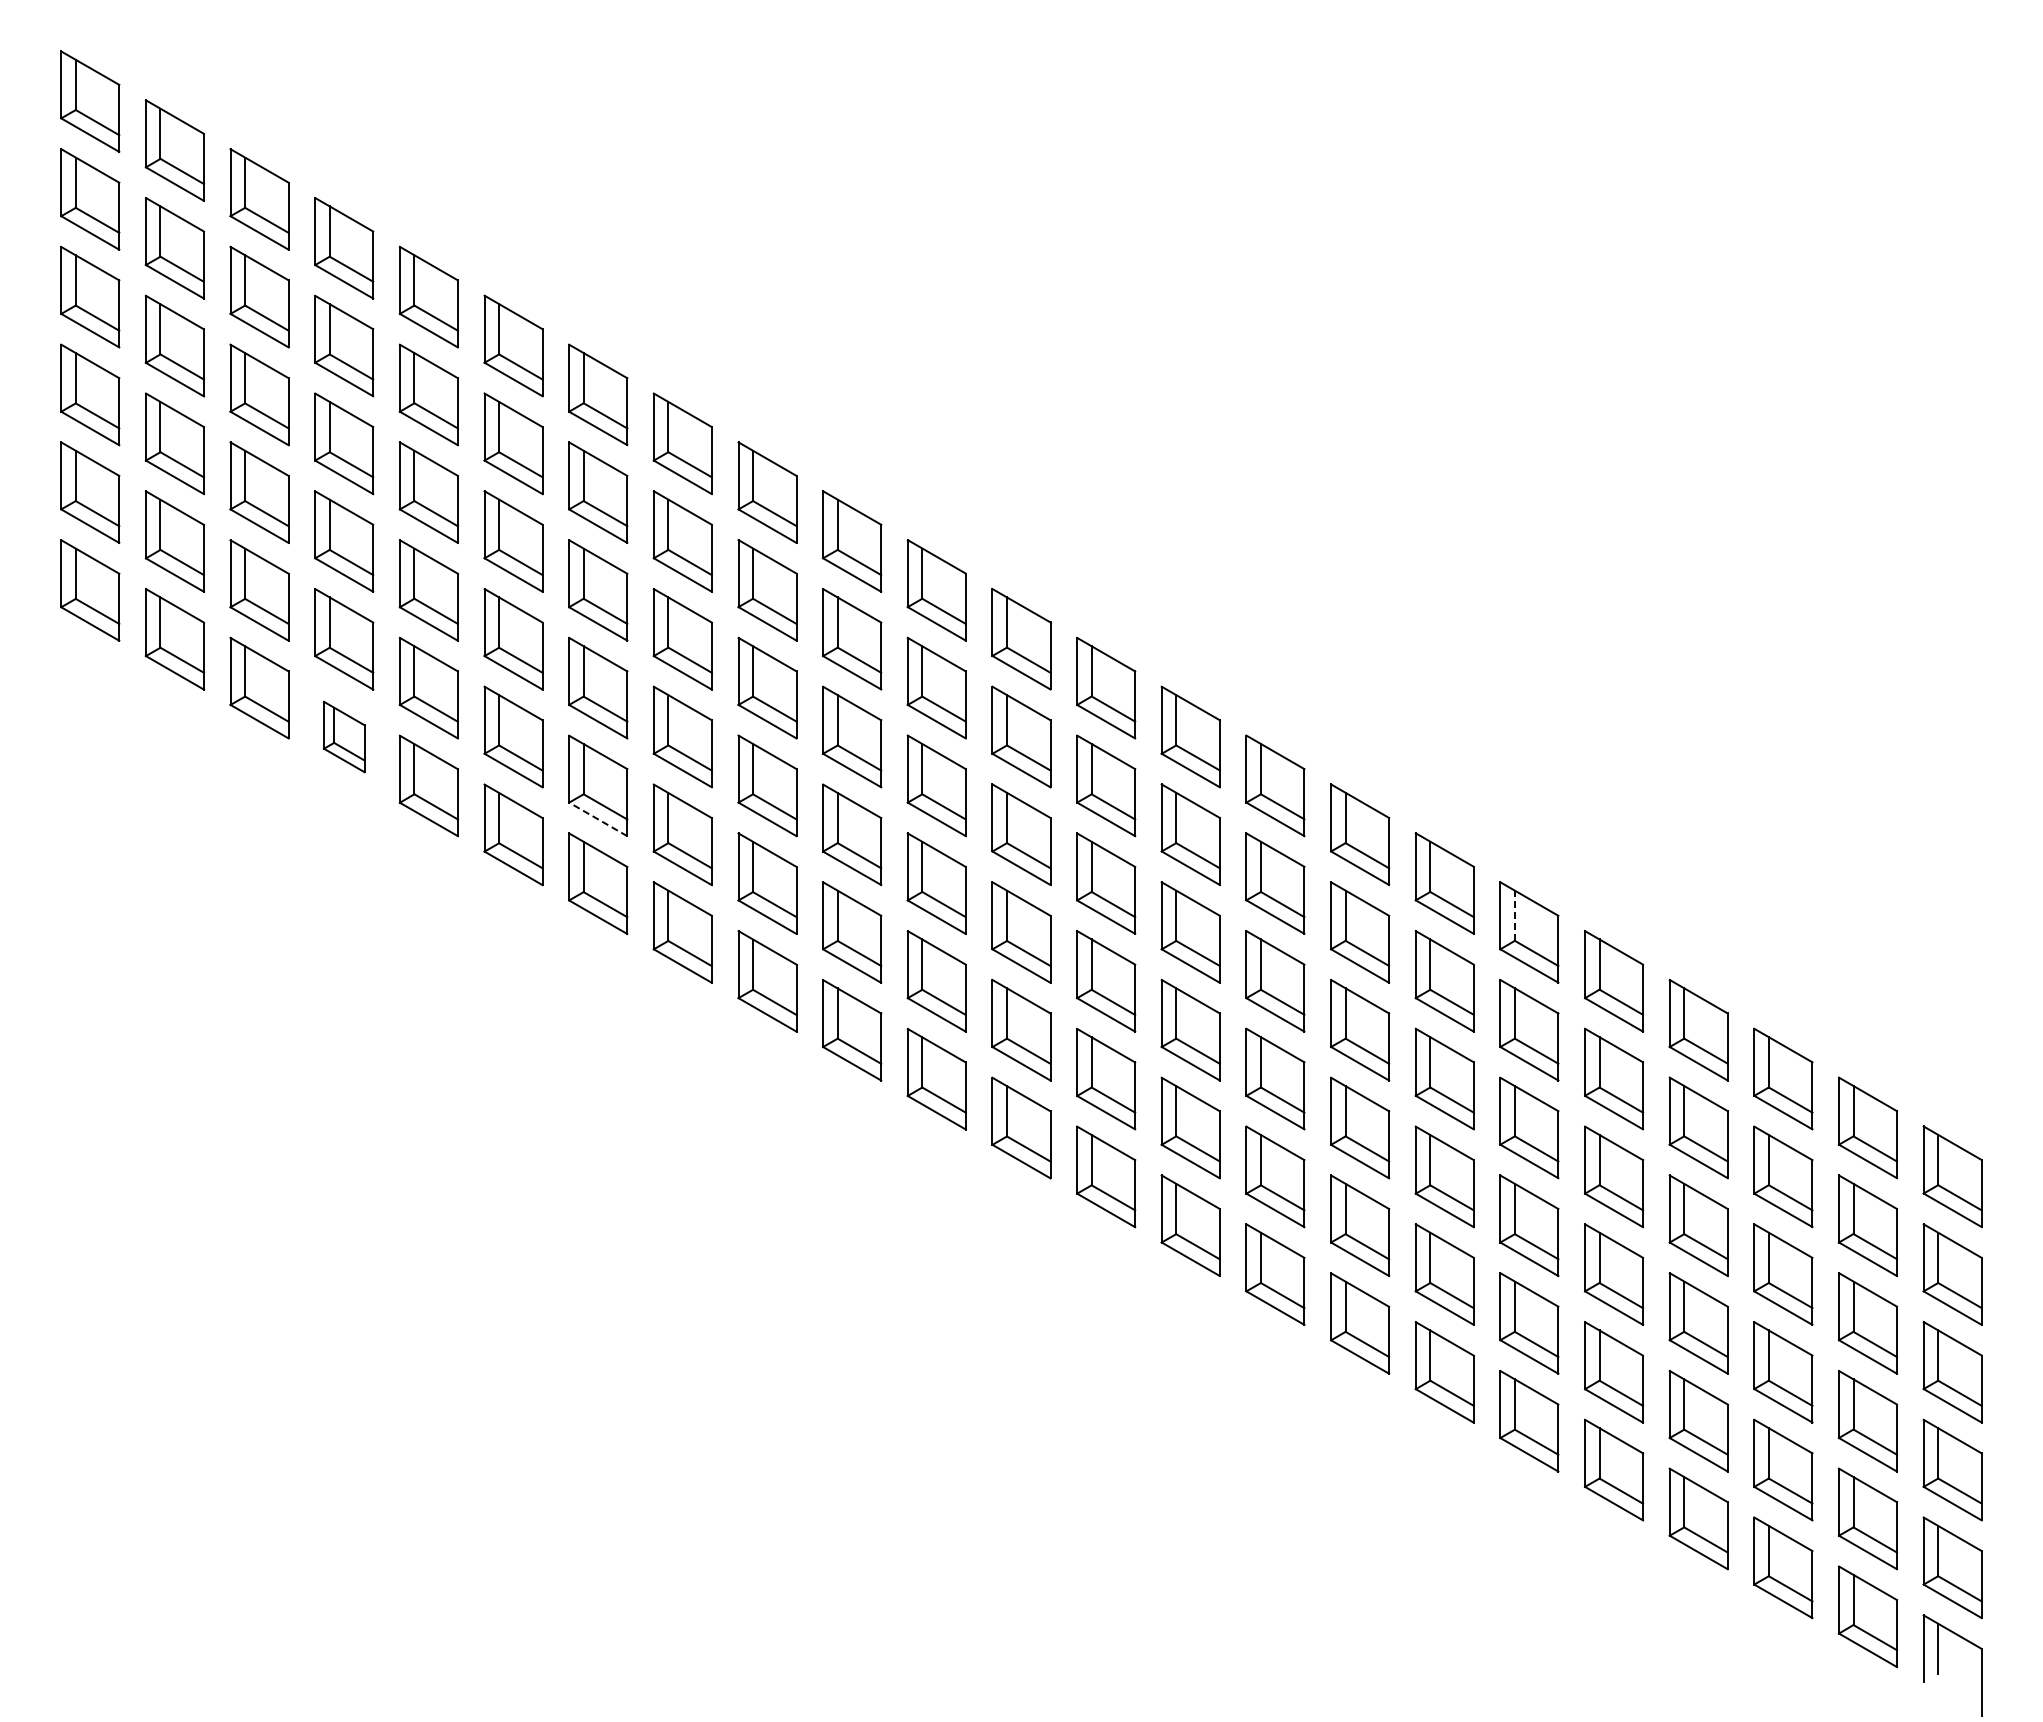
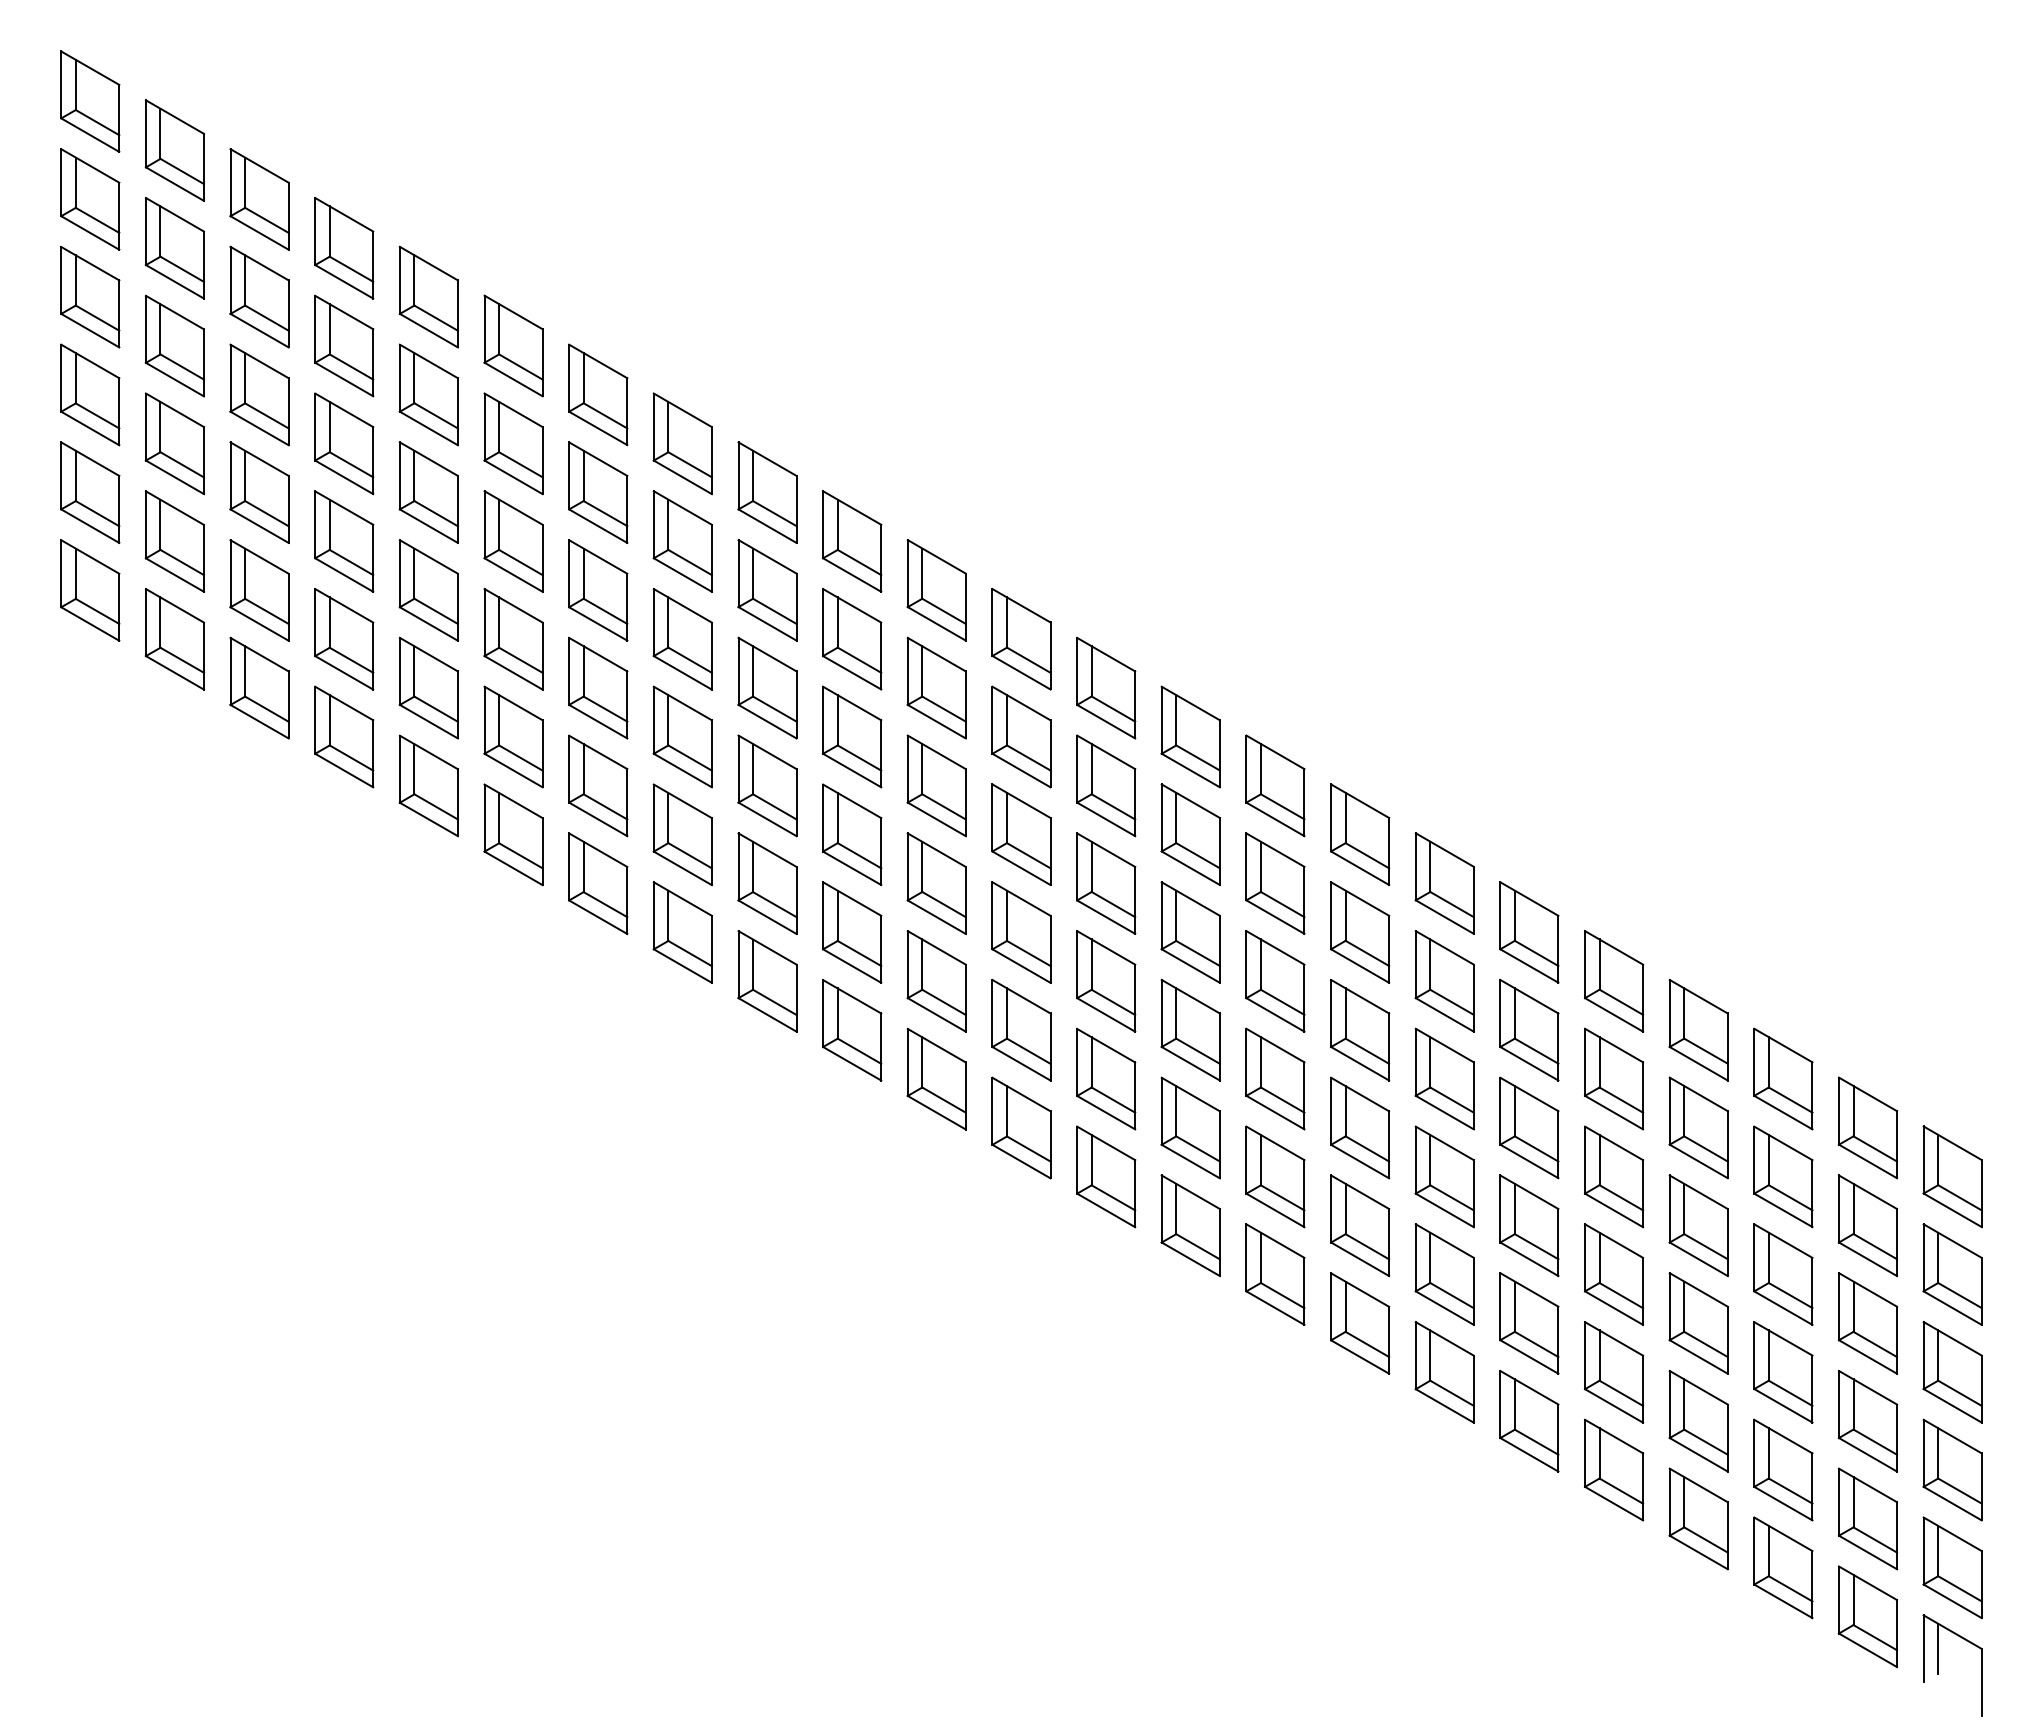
part at (343, 736) size: 44x74 px -> 61x104 px
line at (598, 819): dashed -> solid
line at (1514, 915): dashed -> solid
